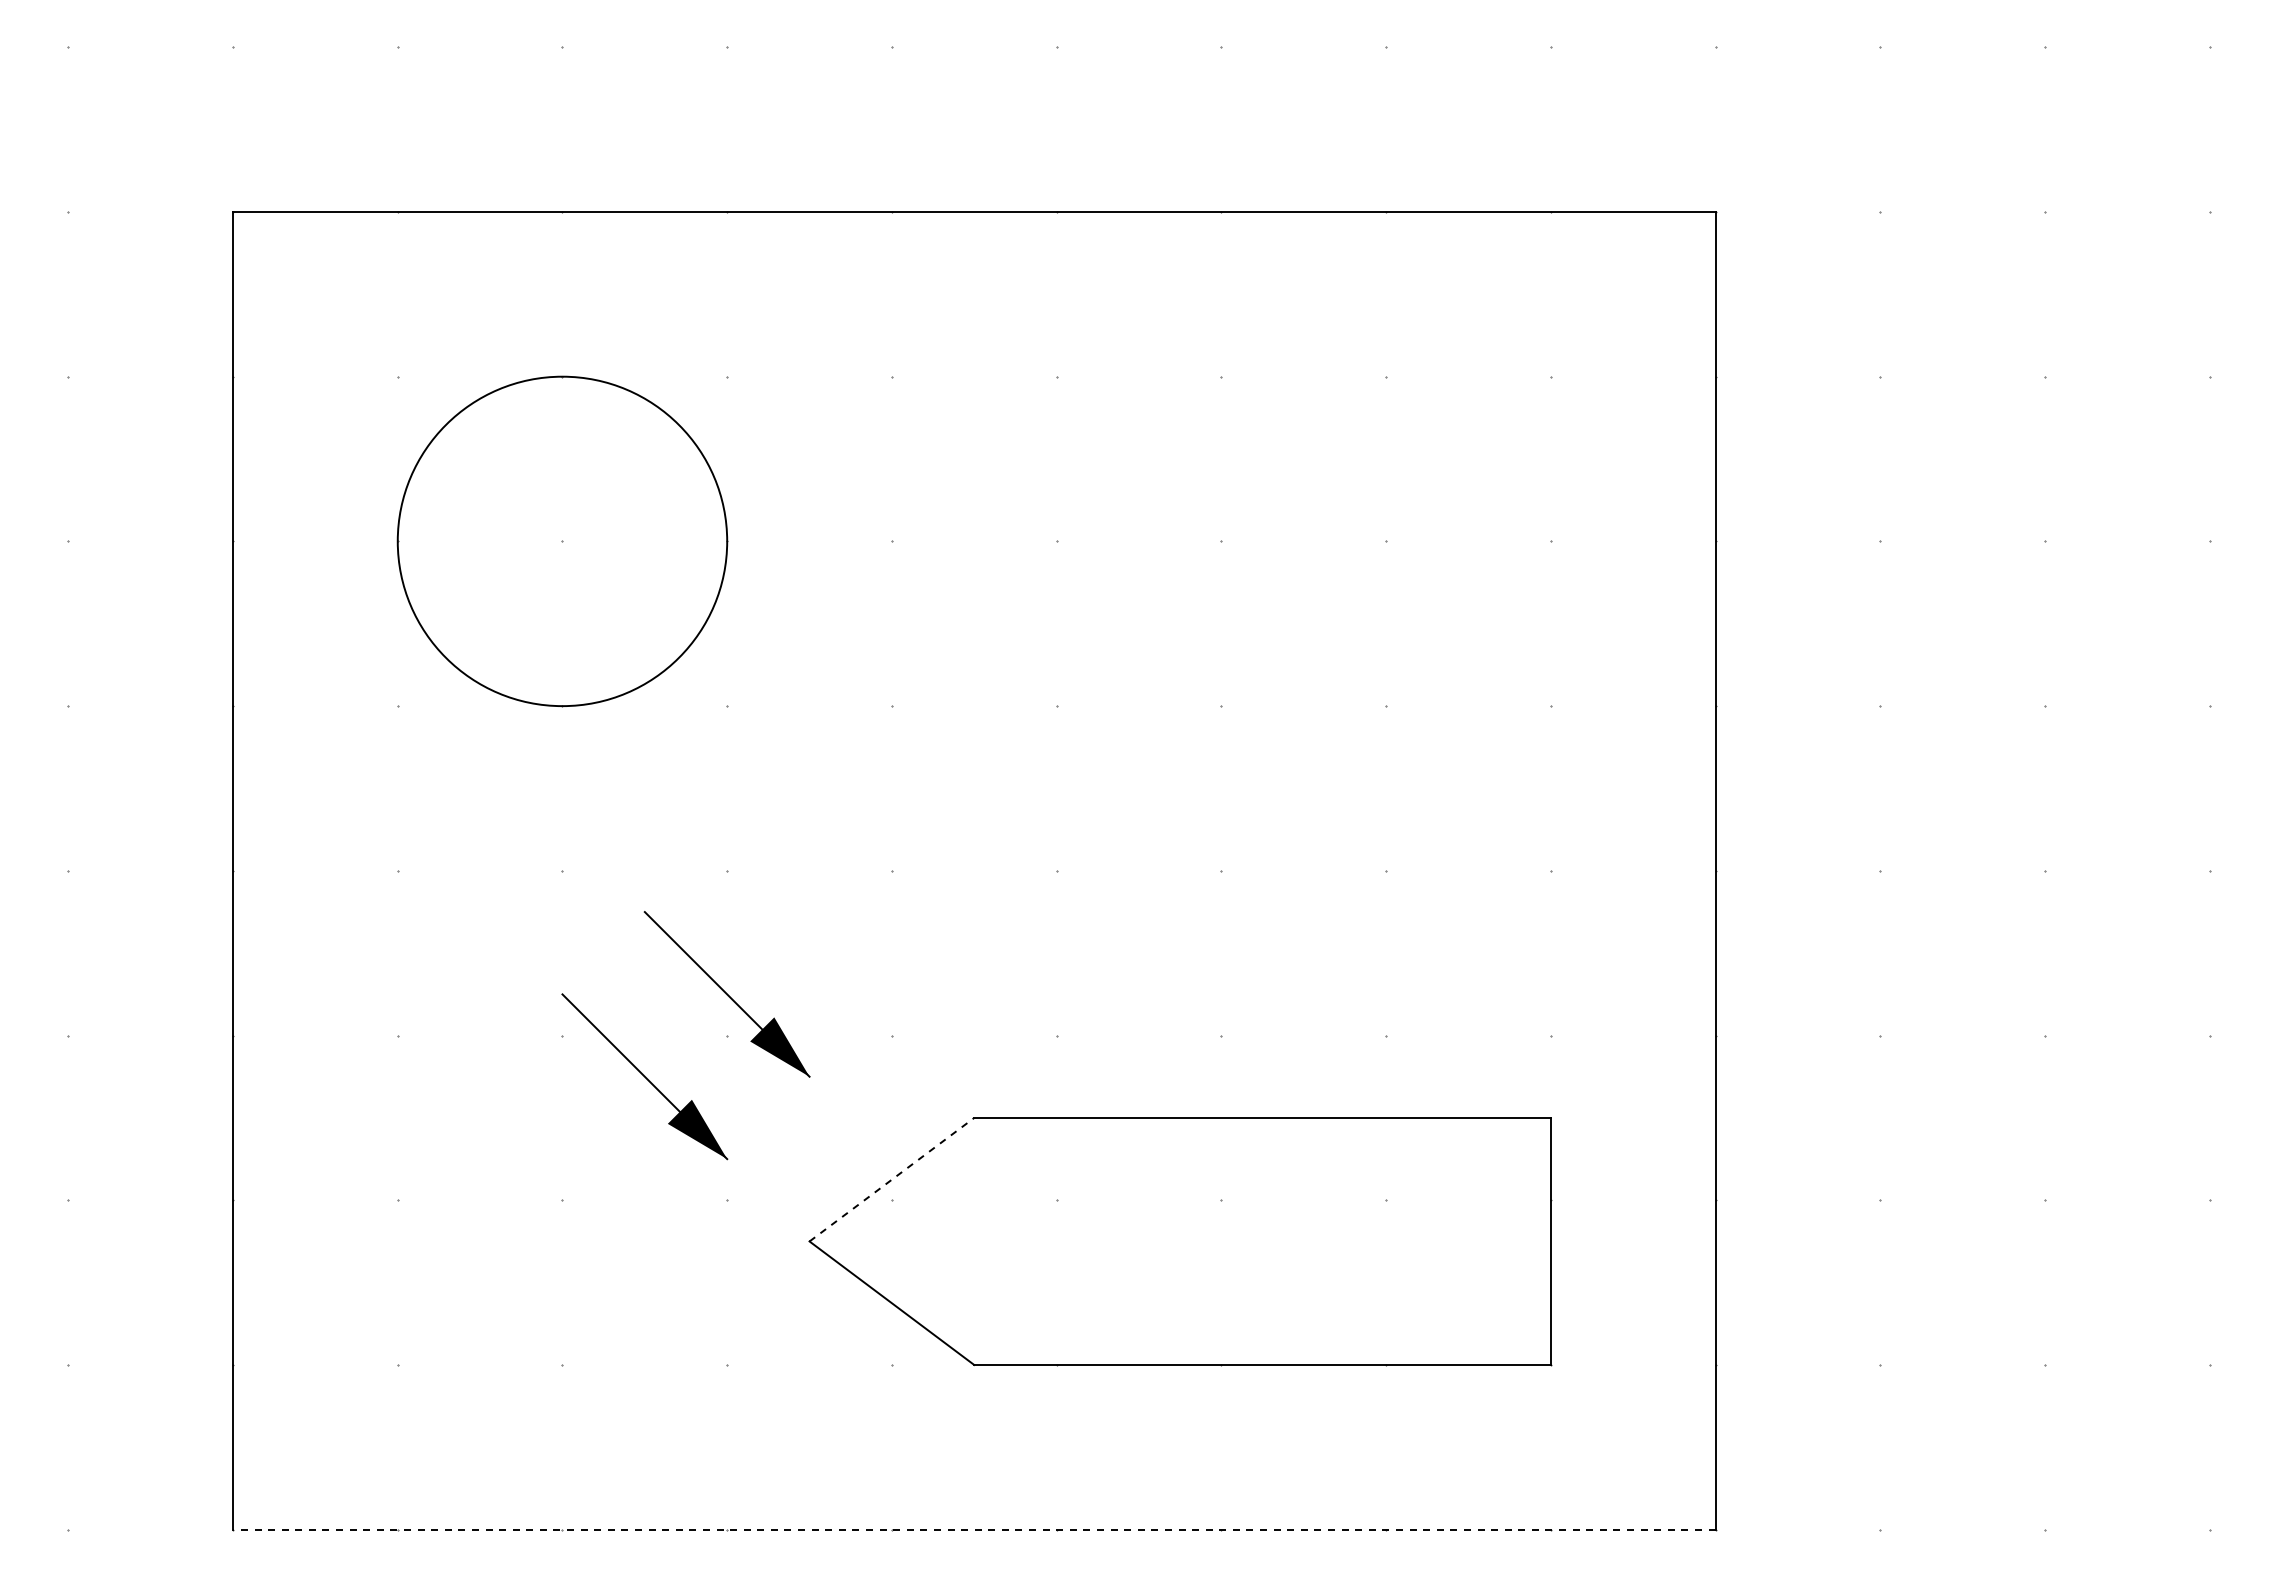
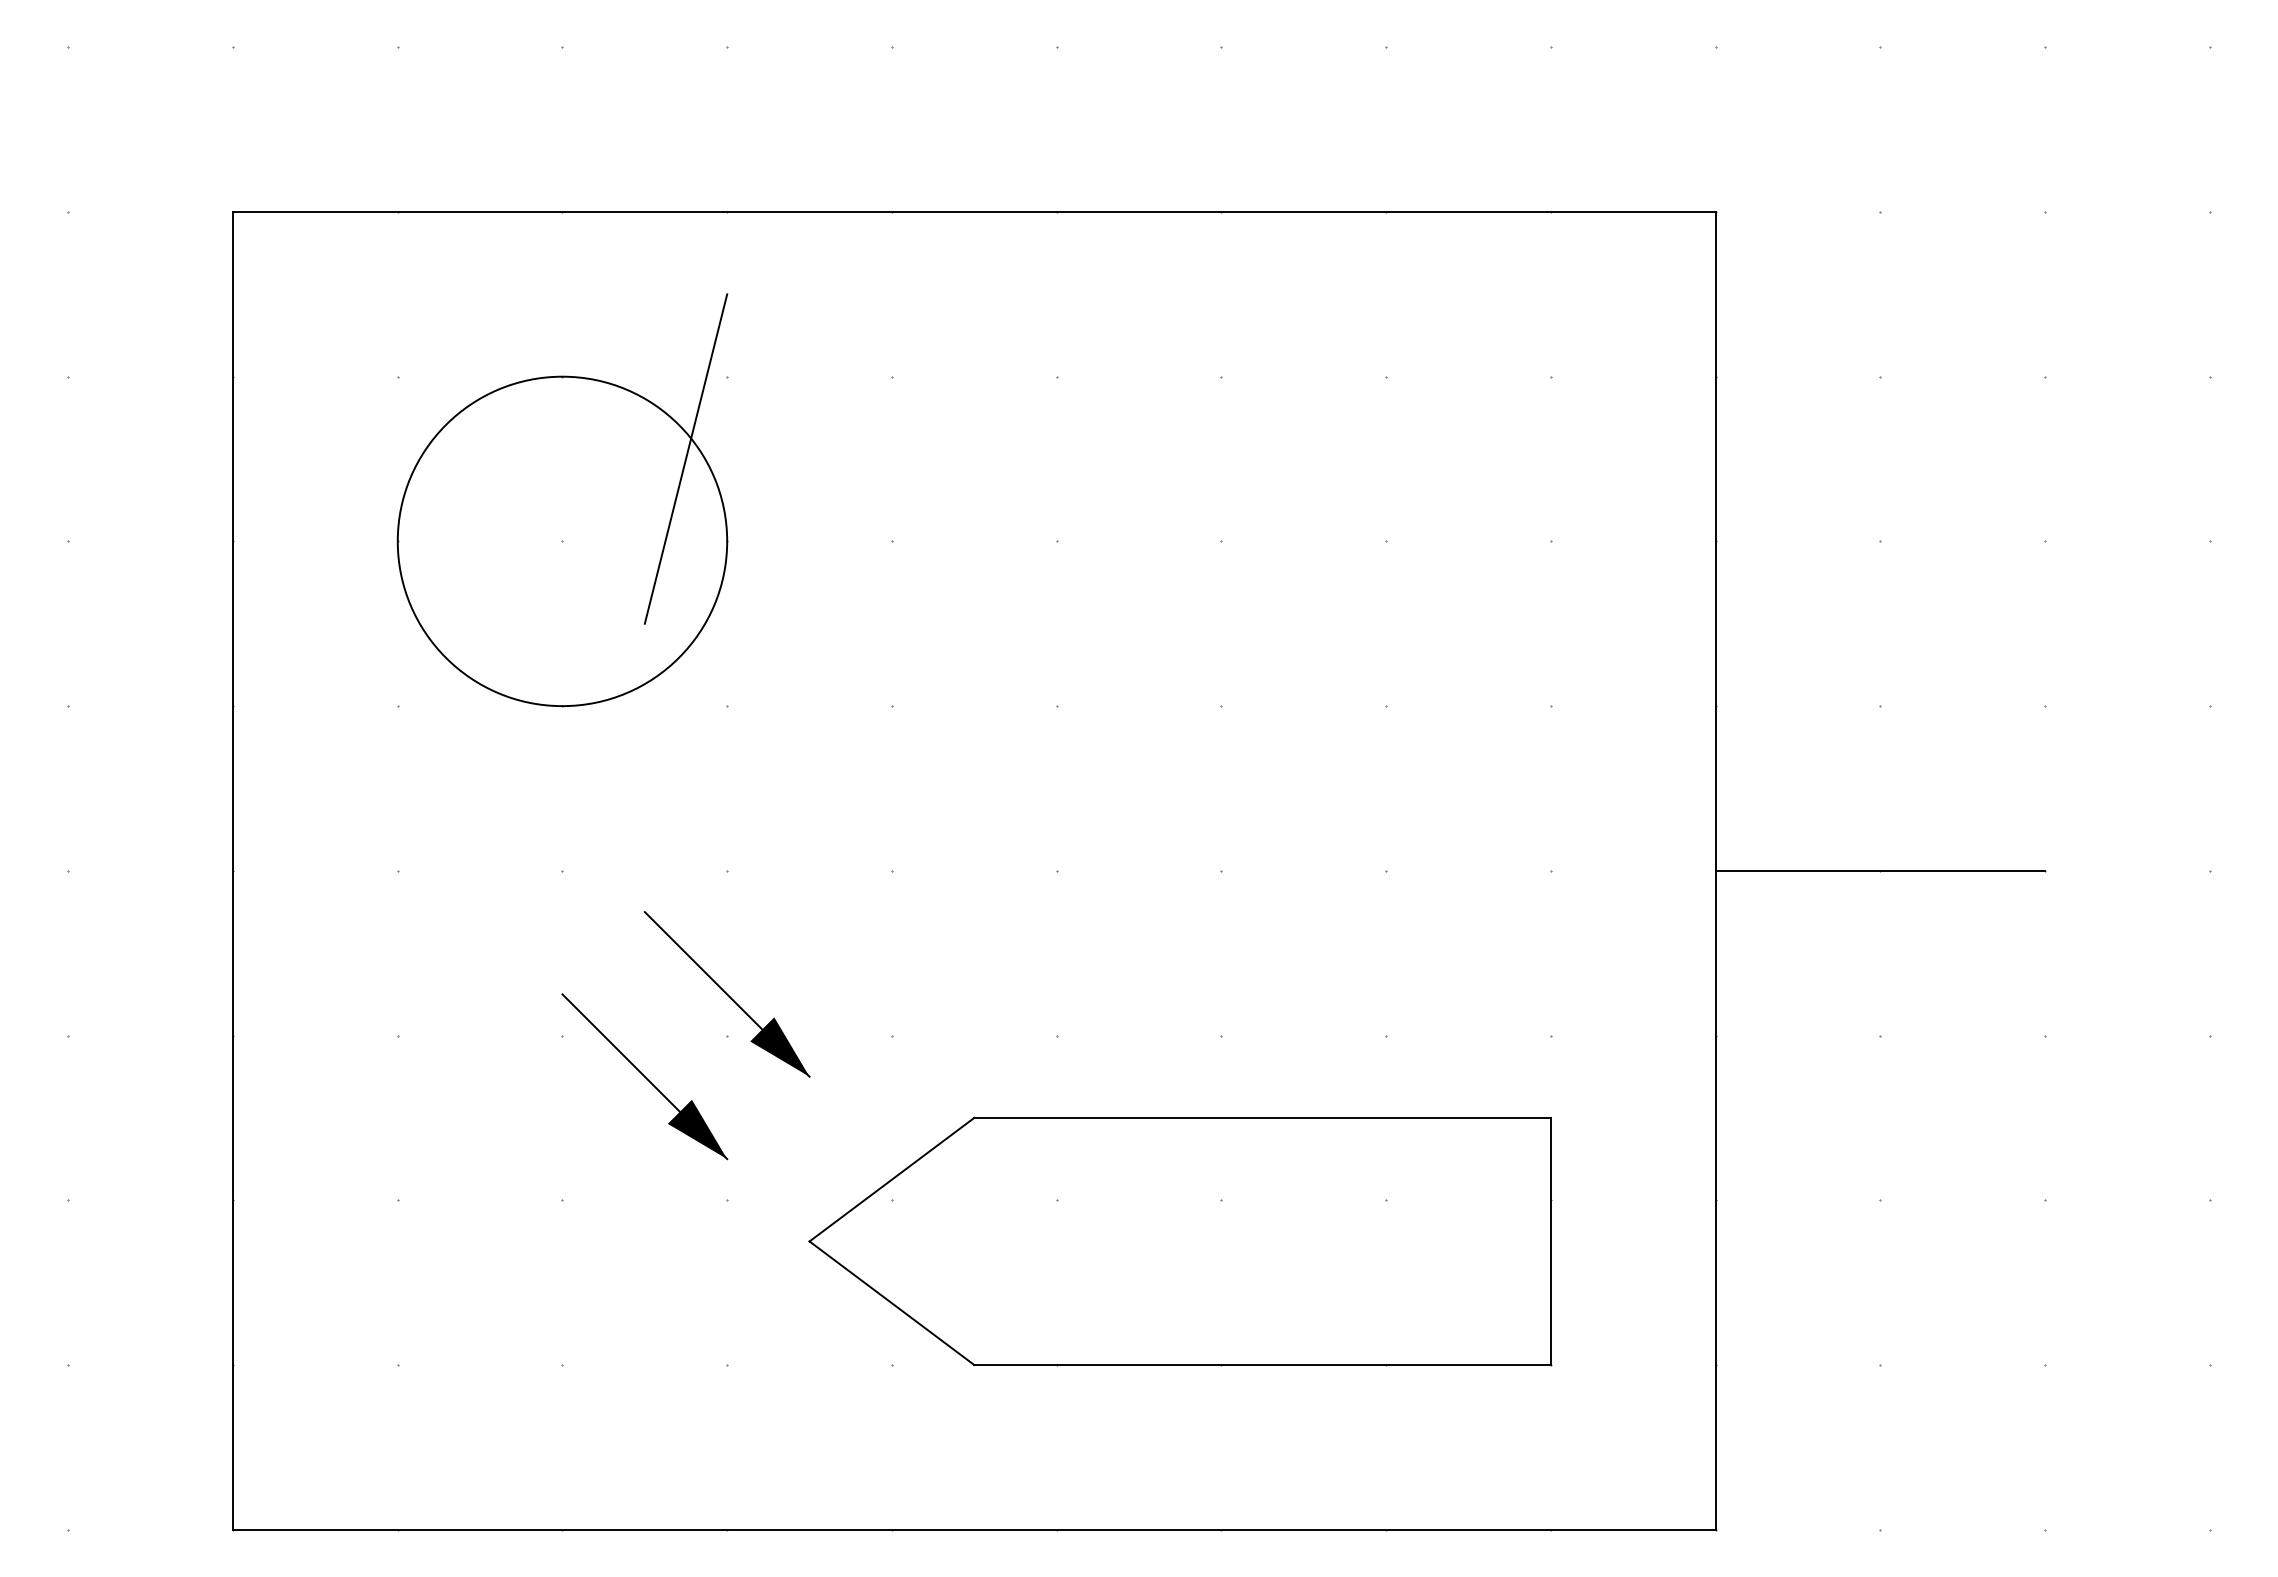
line at (685, 458): none -> present
line at (1879, 870): none -> present
line at (891, 1179): dashed -> solid
line at (973, 1529): dashed -> solid
